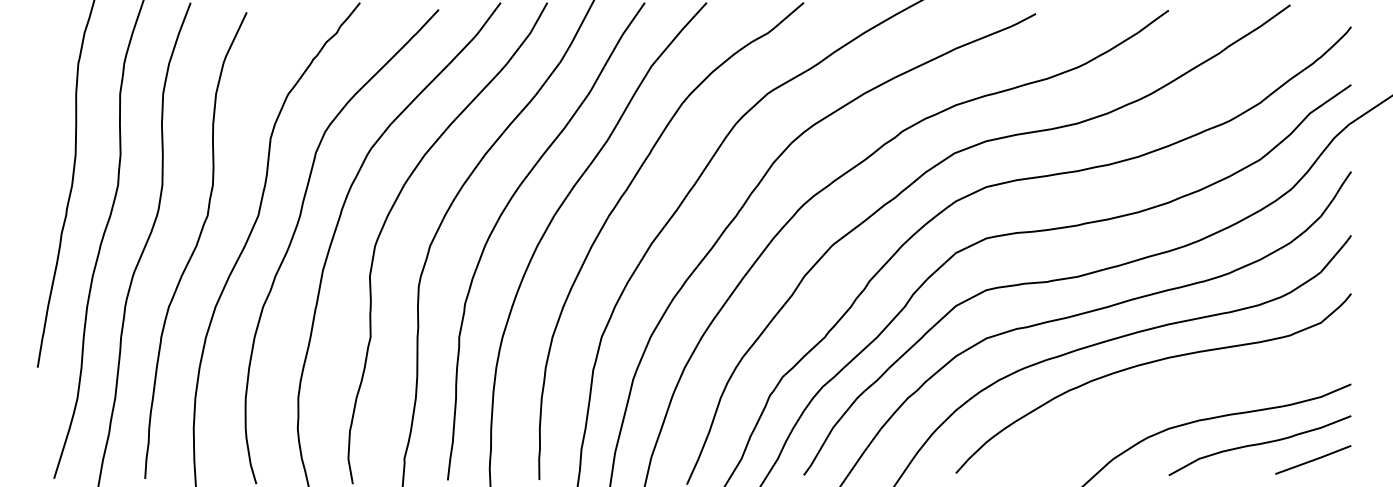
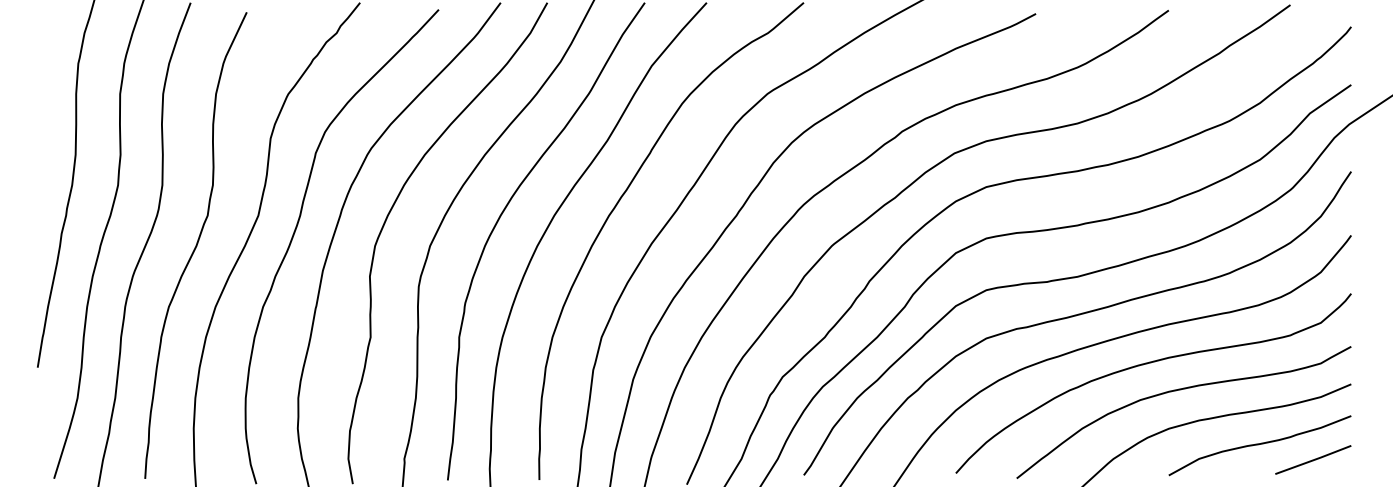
curve at (1181, 390): none -> present
